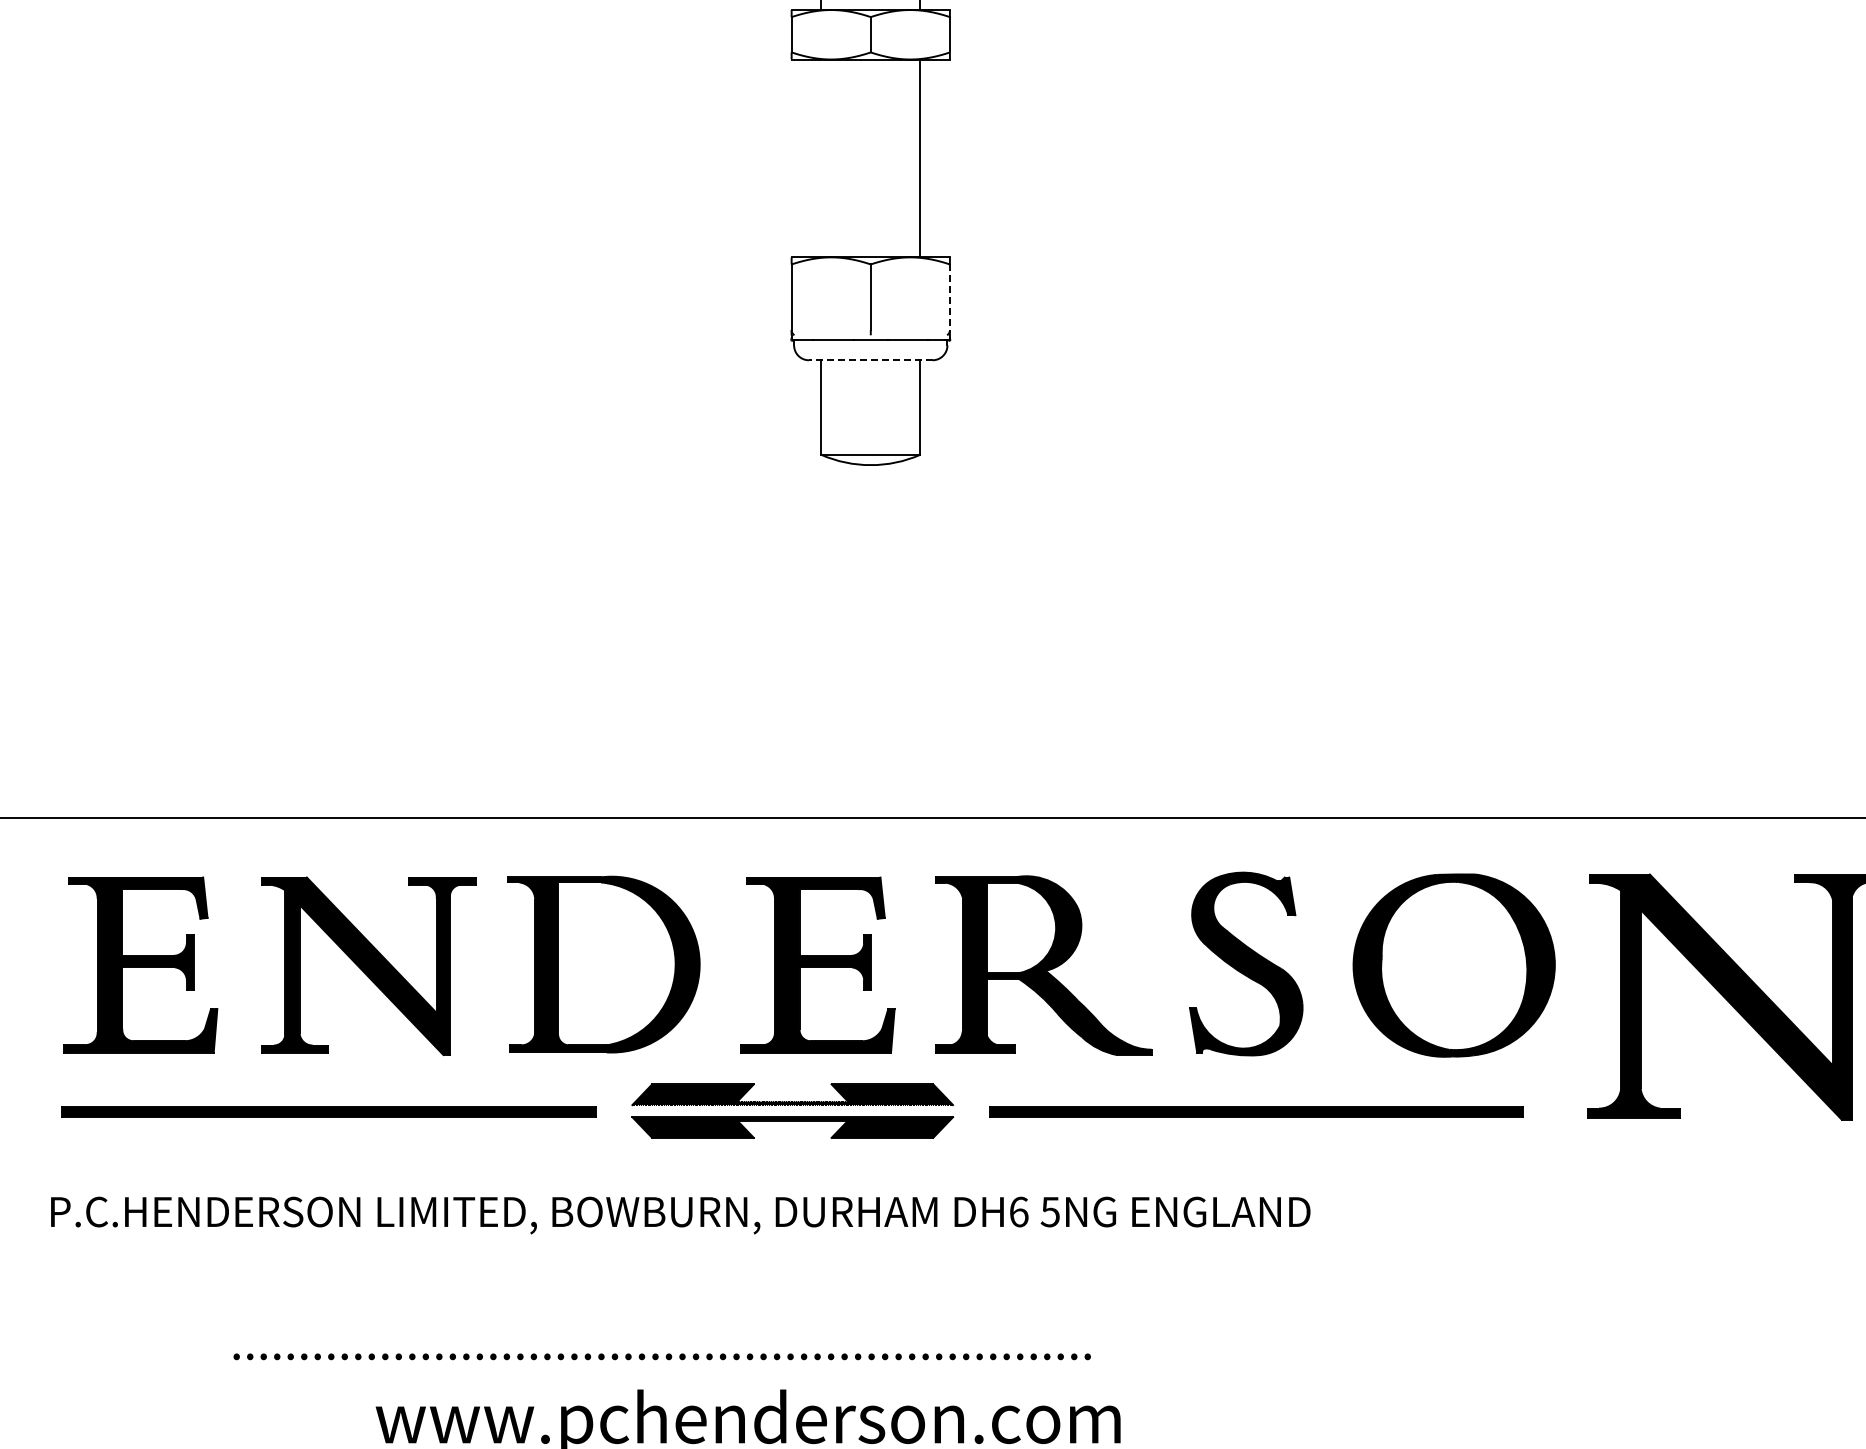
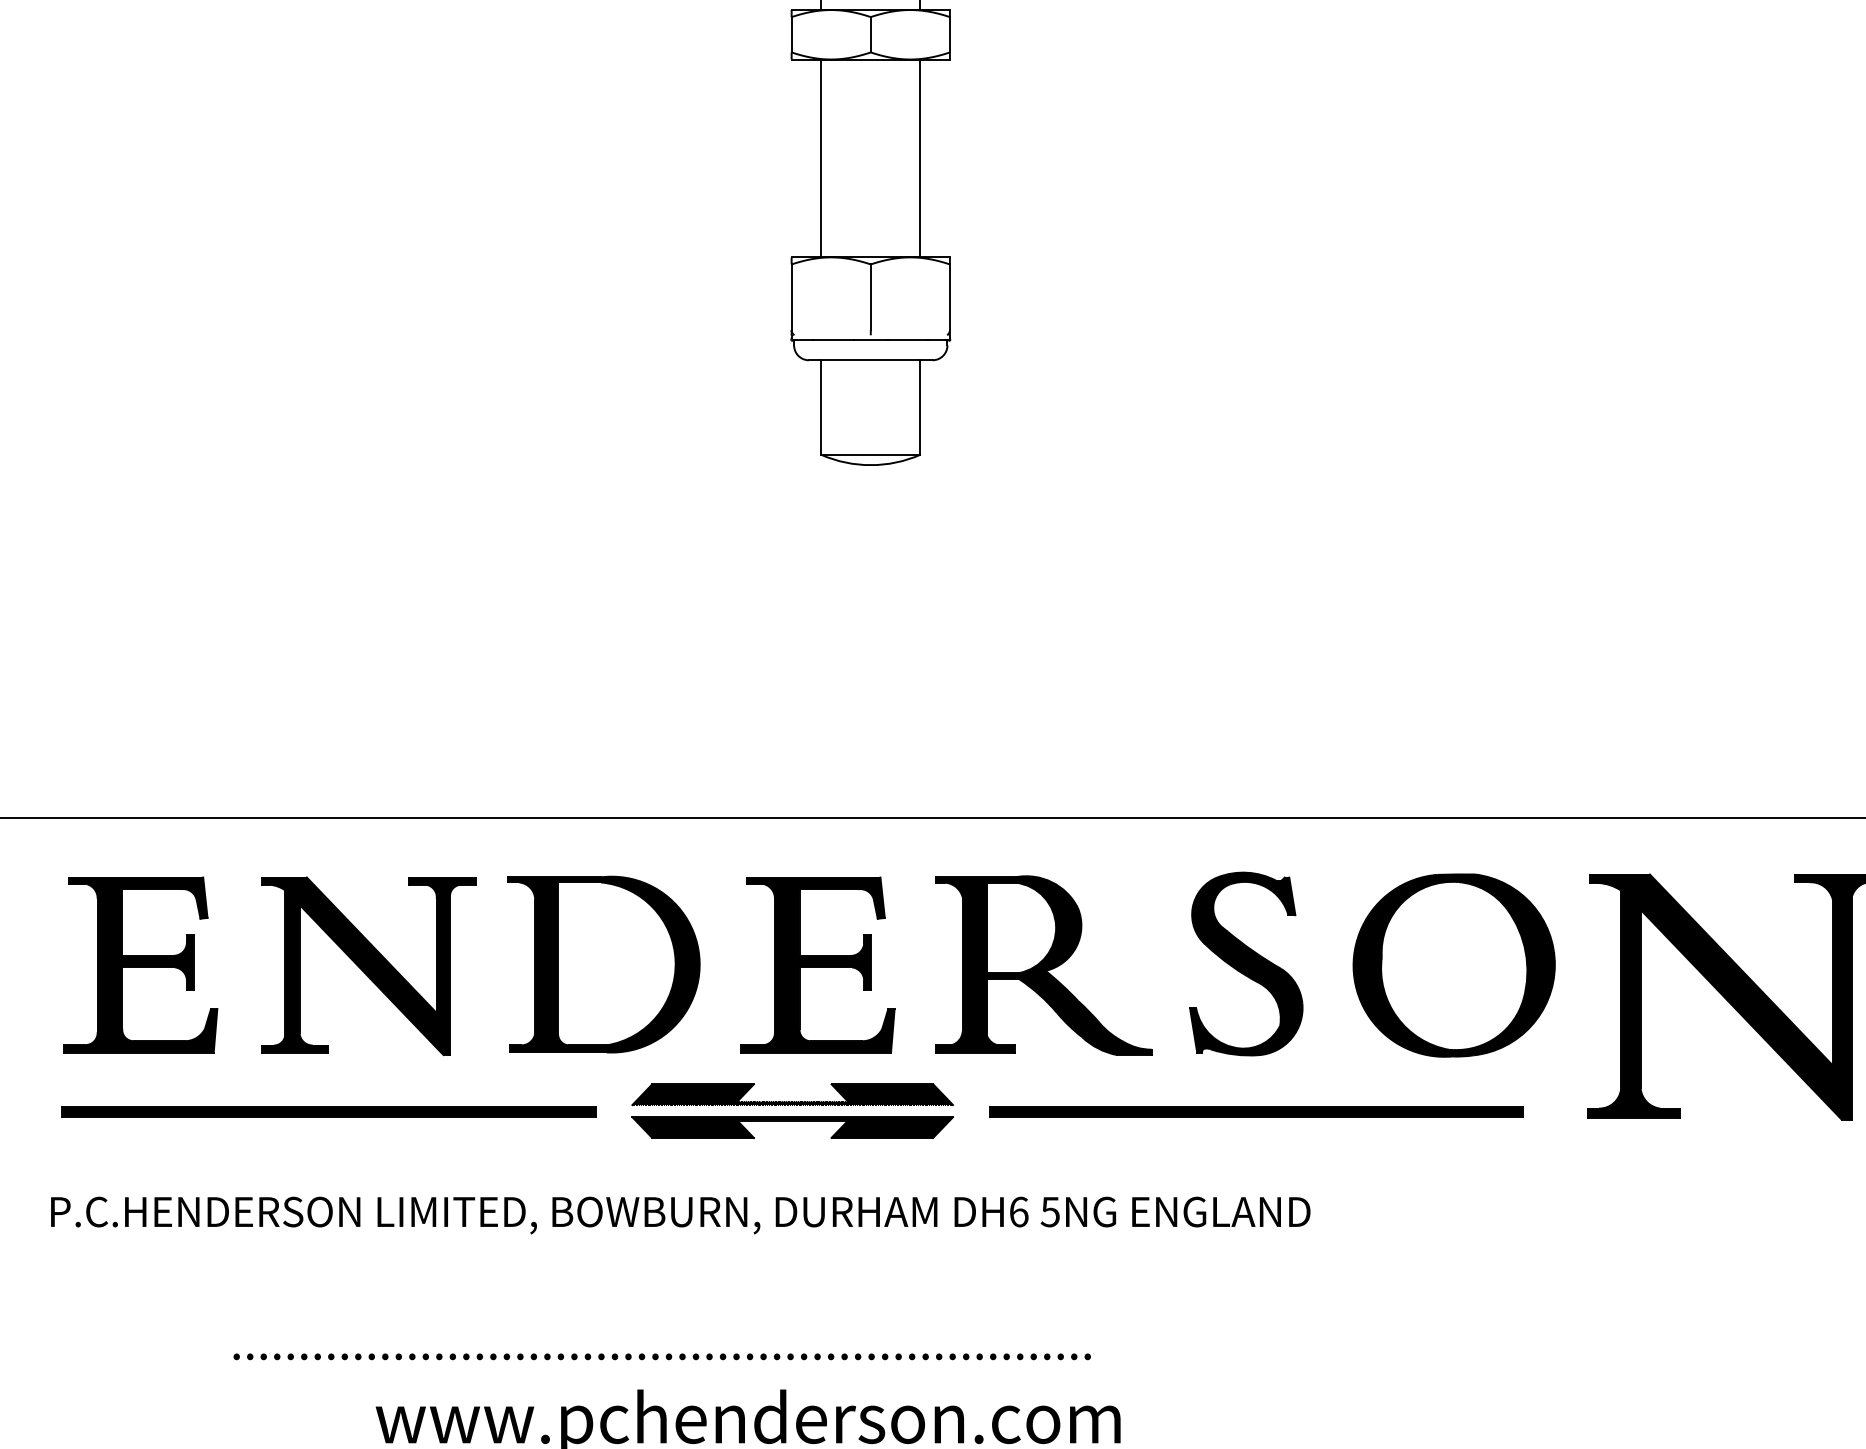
line at (821, 158): none -> present
line at (949, 297): dashed -> solid
line at (870, 360): dashed -> solid
